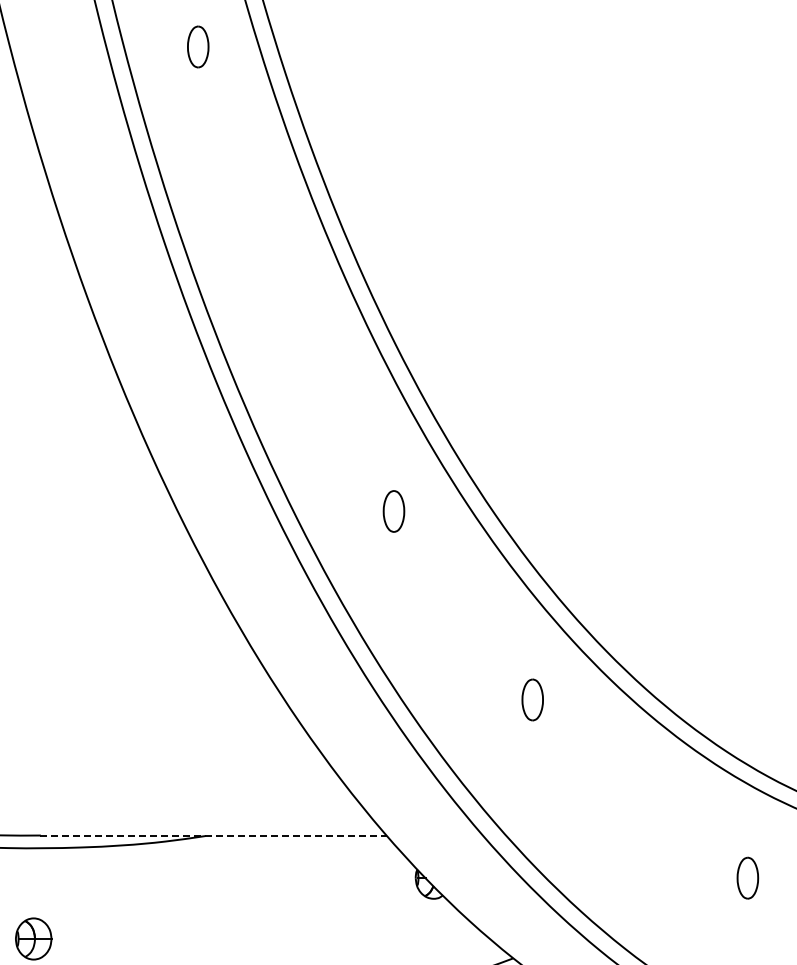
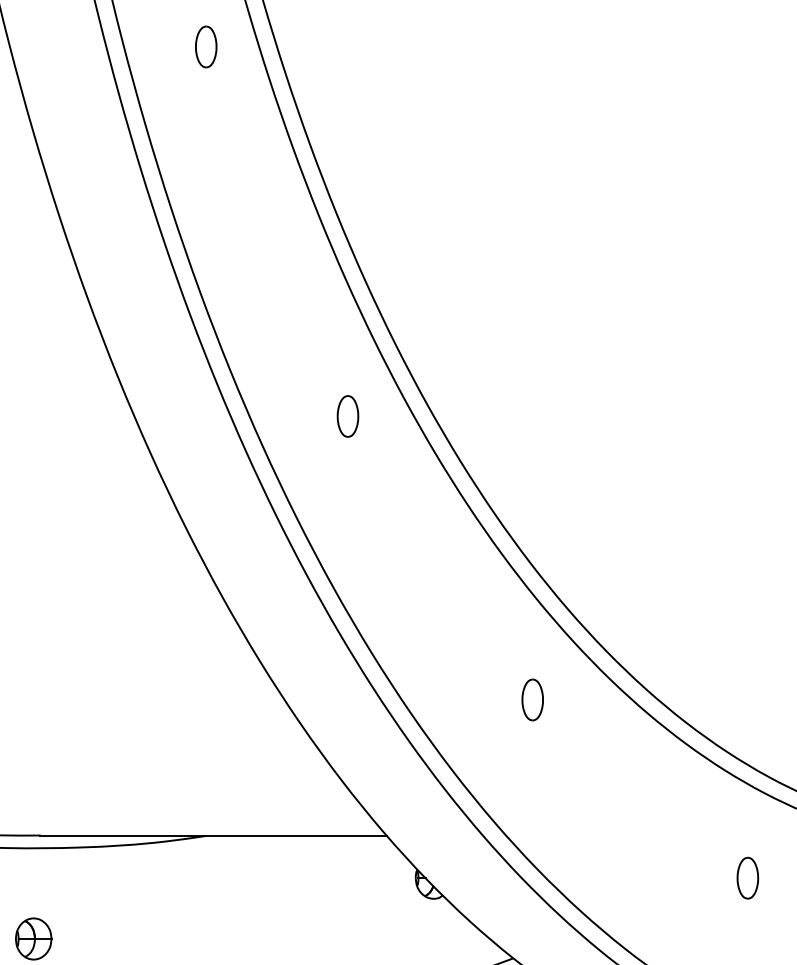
part at (198, 46) position: (198, 46) -> (206, 46)
part at (393, 511) position: (393, 511) -> (347, 416)
line at (214, 836): dashed -> solid
